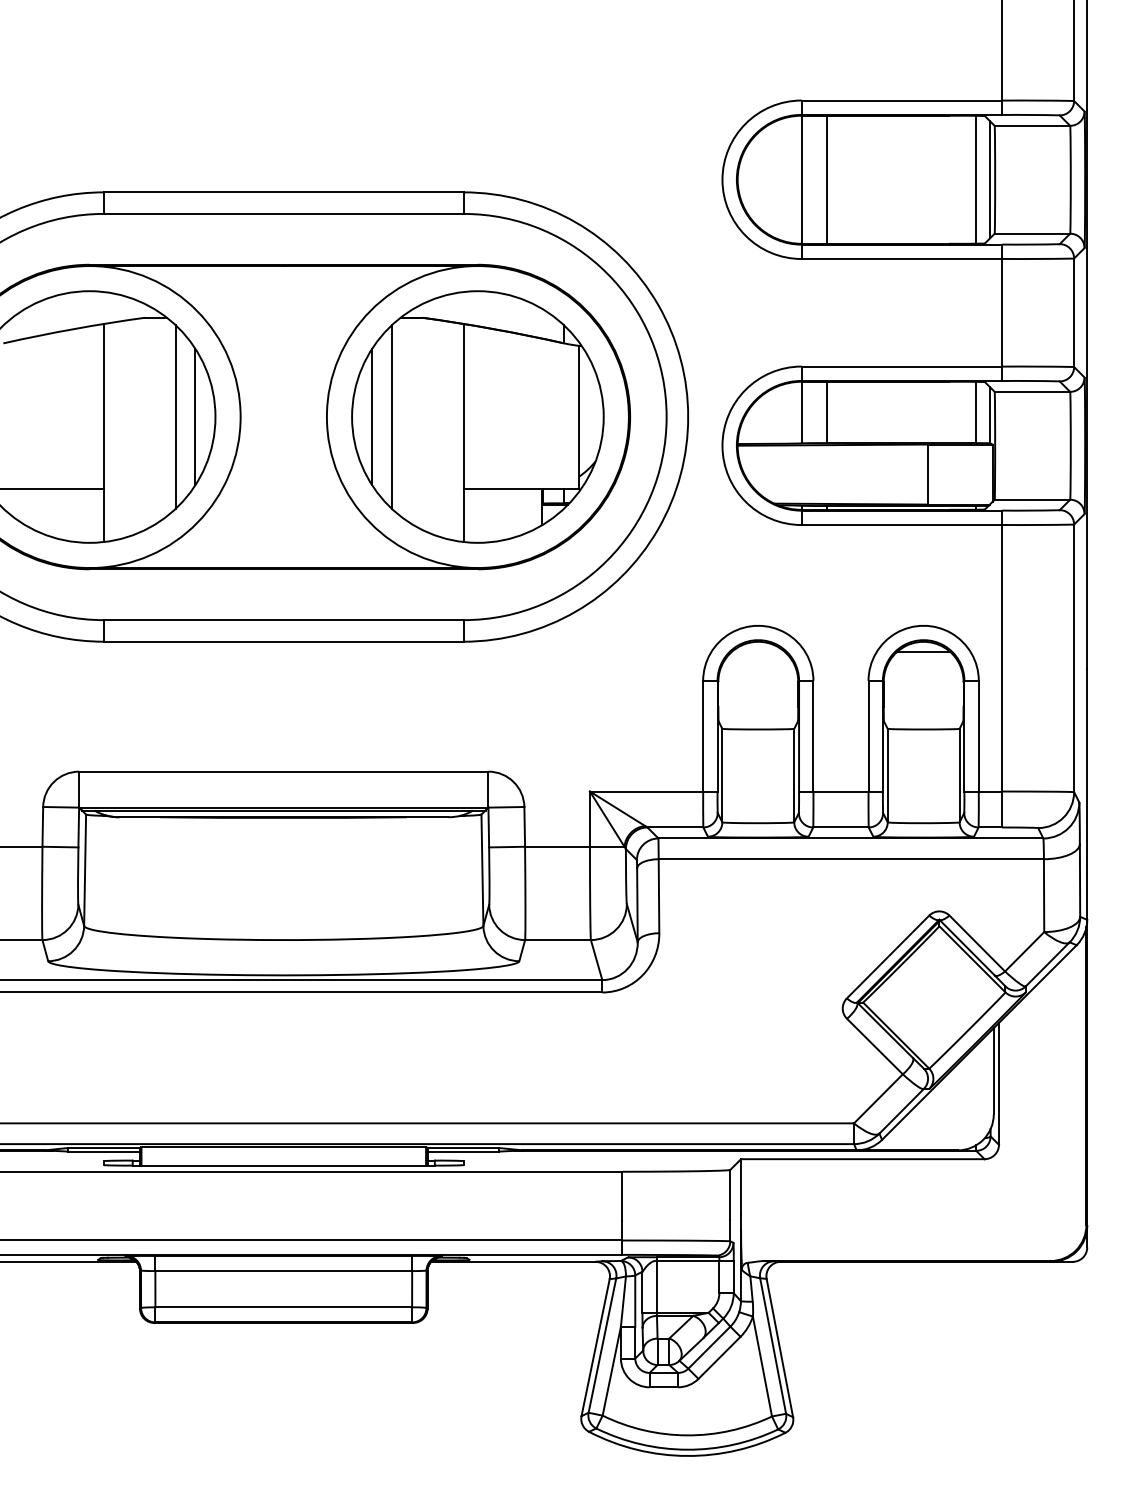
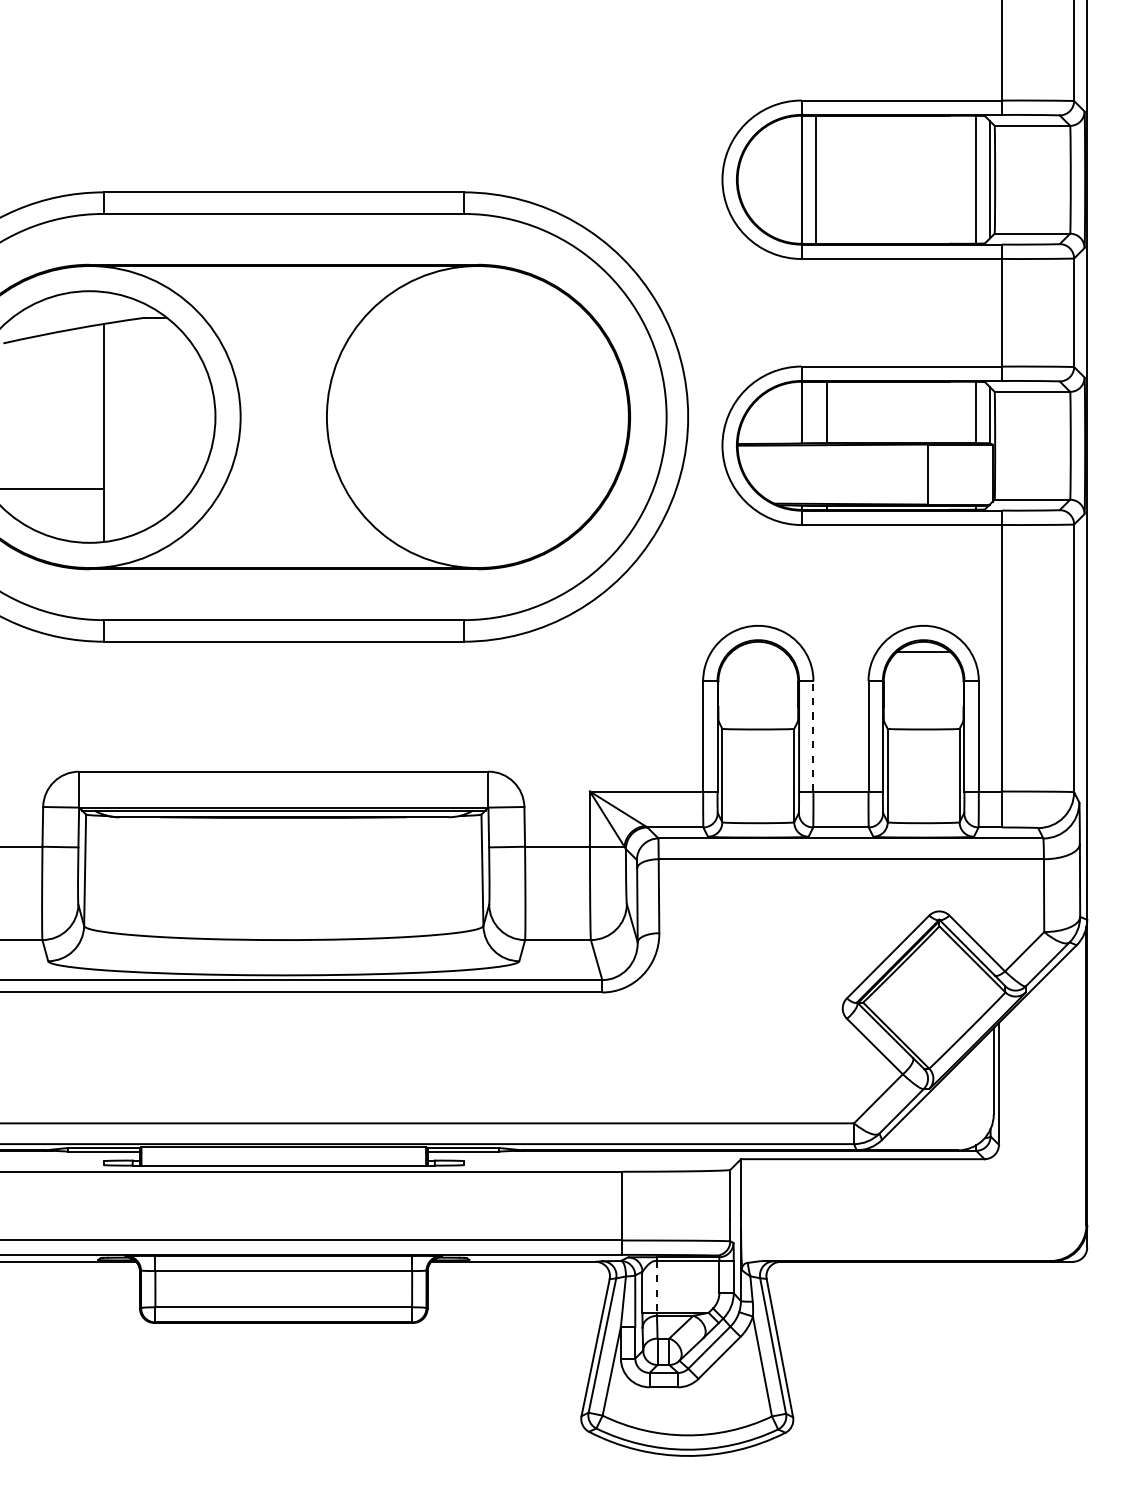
line at (827, 179) position: (827, 179) -> (816, 179)
line at (175, 416): present -> none
line at (195, 416): present -> none
part at (477, 416): present -> none
line at (813, 735): solid -> dashed
line at (656, 1287): solid -> dashed
